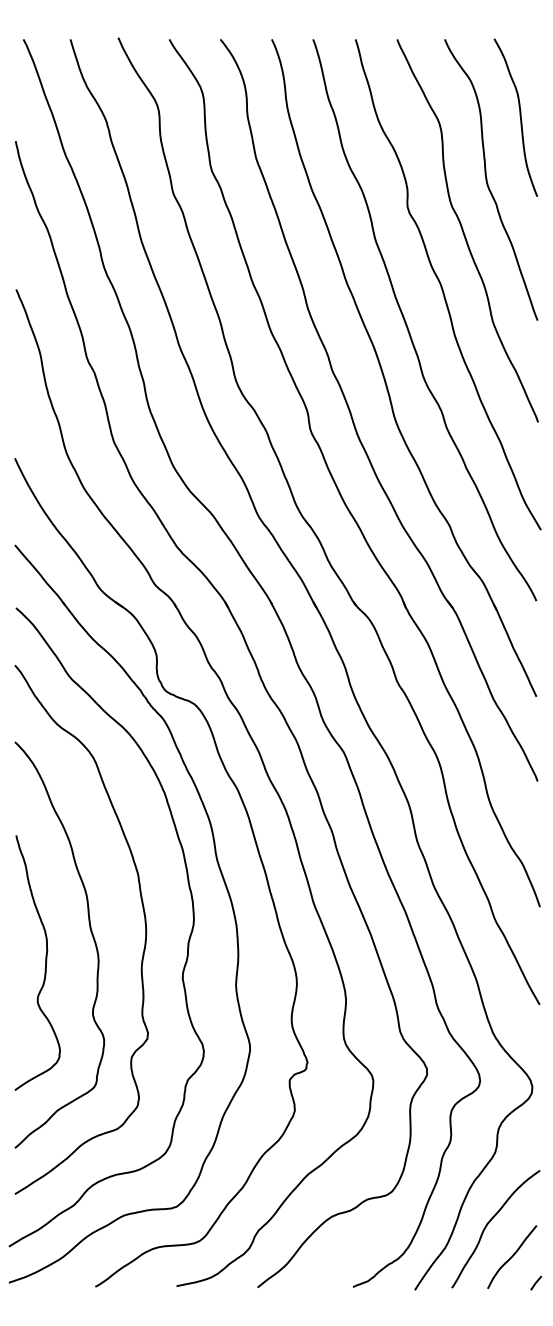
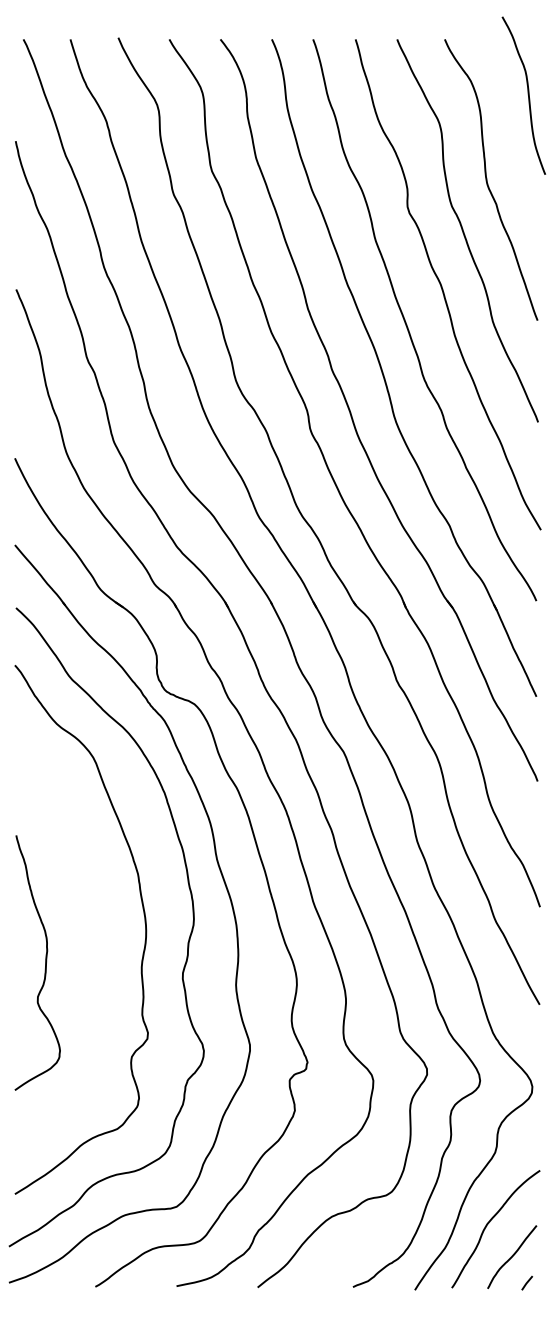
curve at (519, 116) position: (519, 116) -> (527, 94)
curve at (90, 932): present -> none
line at (536, 1282) position: (536, 1282) -> (527, 1282)
